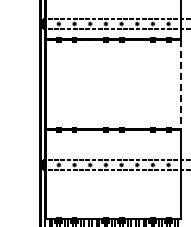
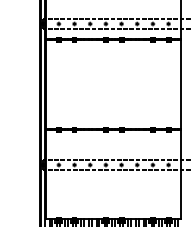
line at (181, 85): dashed -> solid
